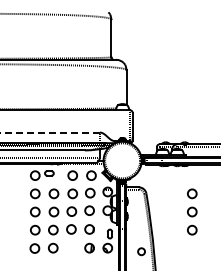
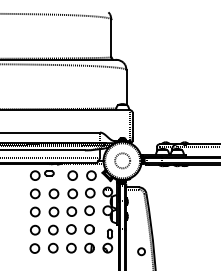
line at (50, 132): dashed -> solid
circle at (122, 160): none -> present
part at (192, 211): present -> none
circle at (71, 247): none -> present
